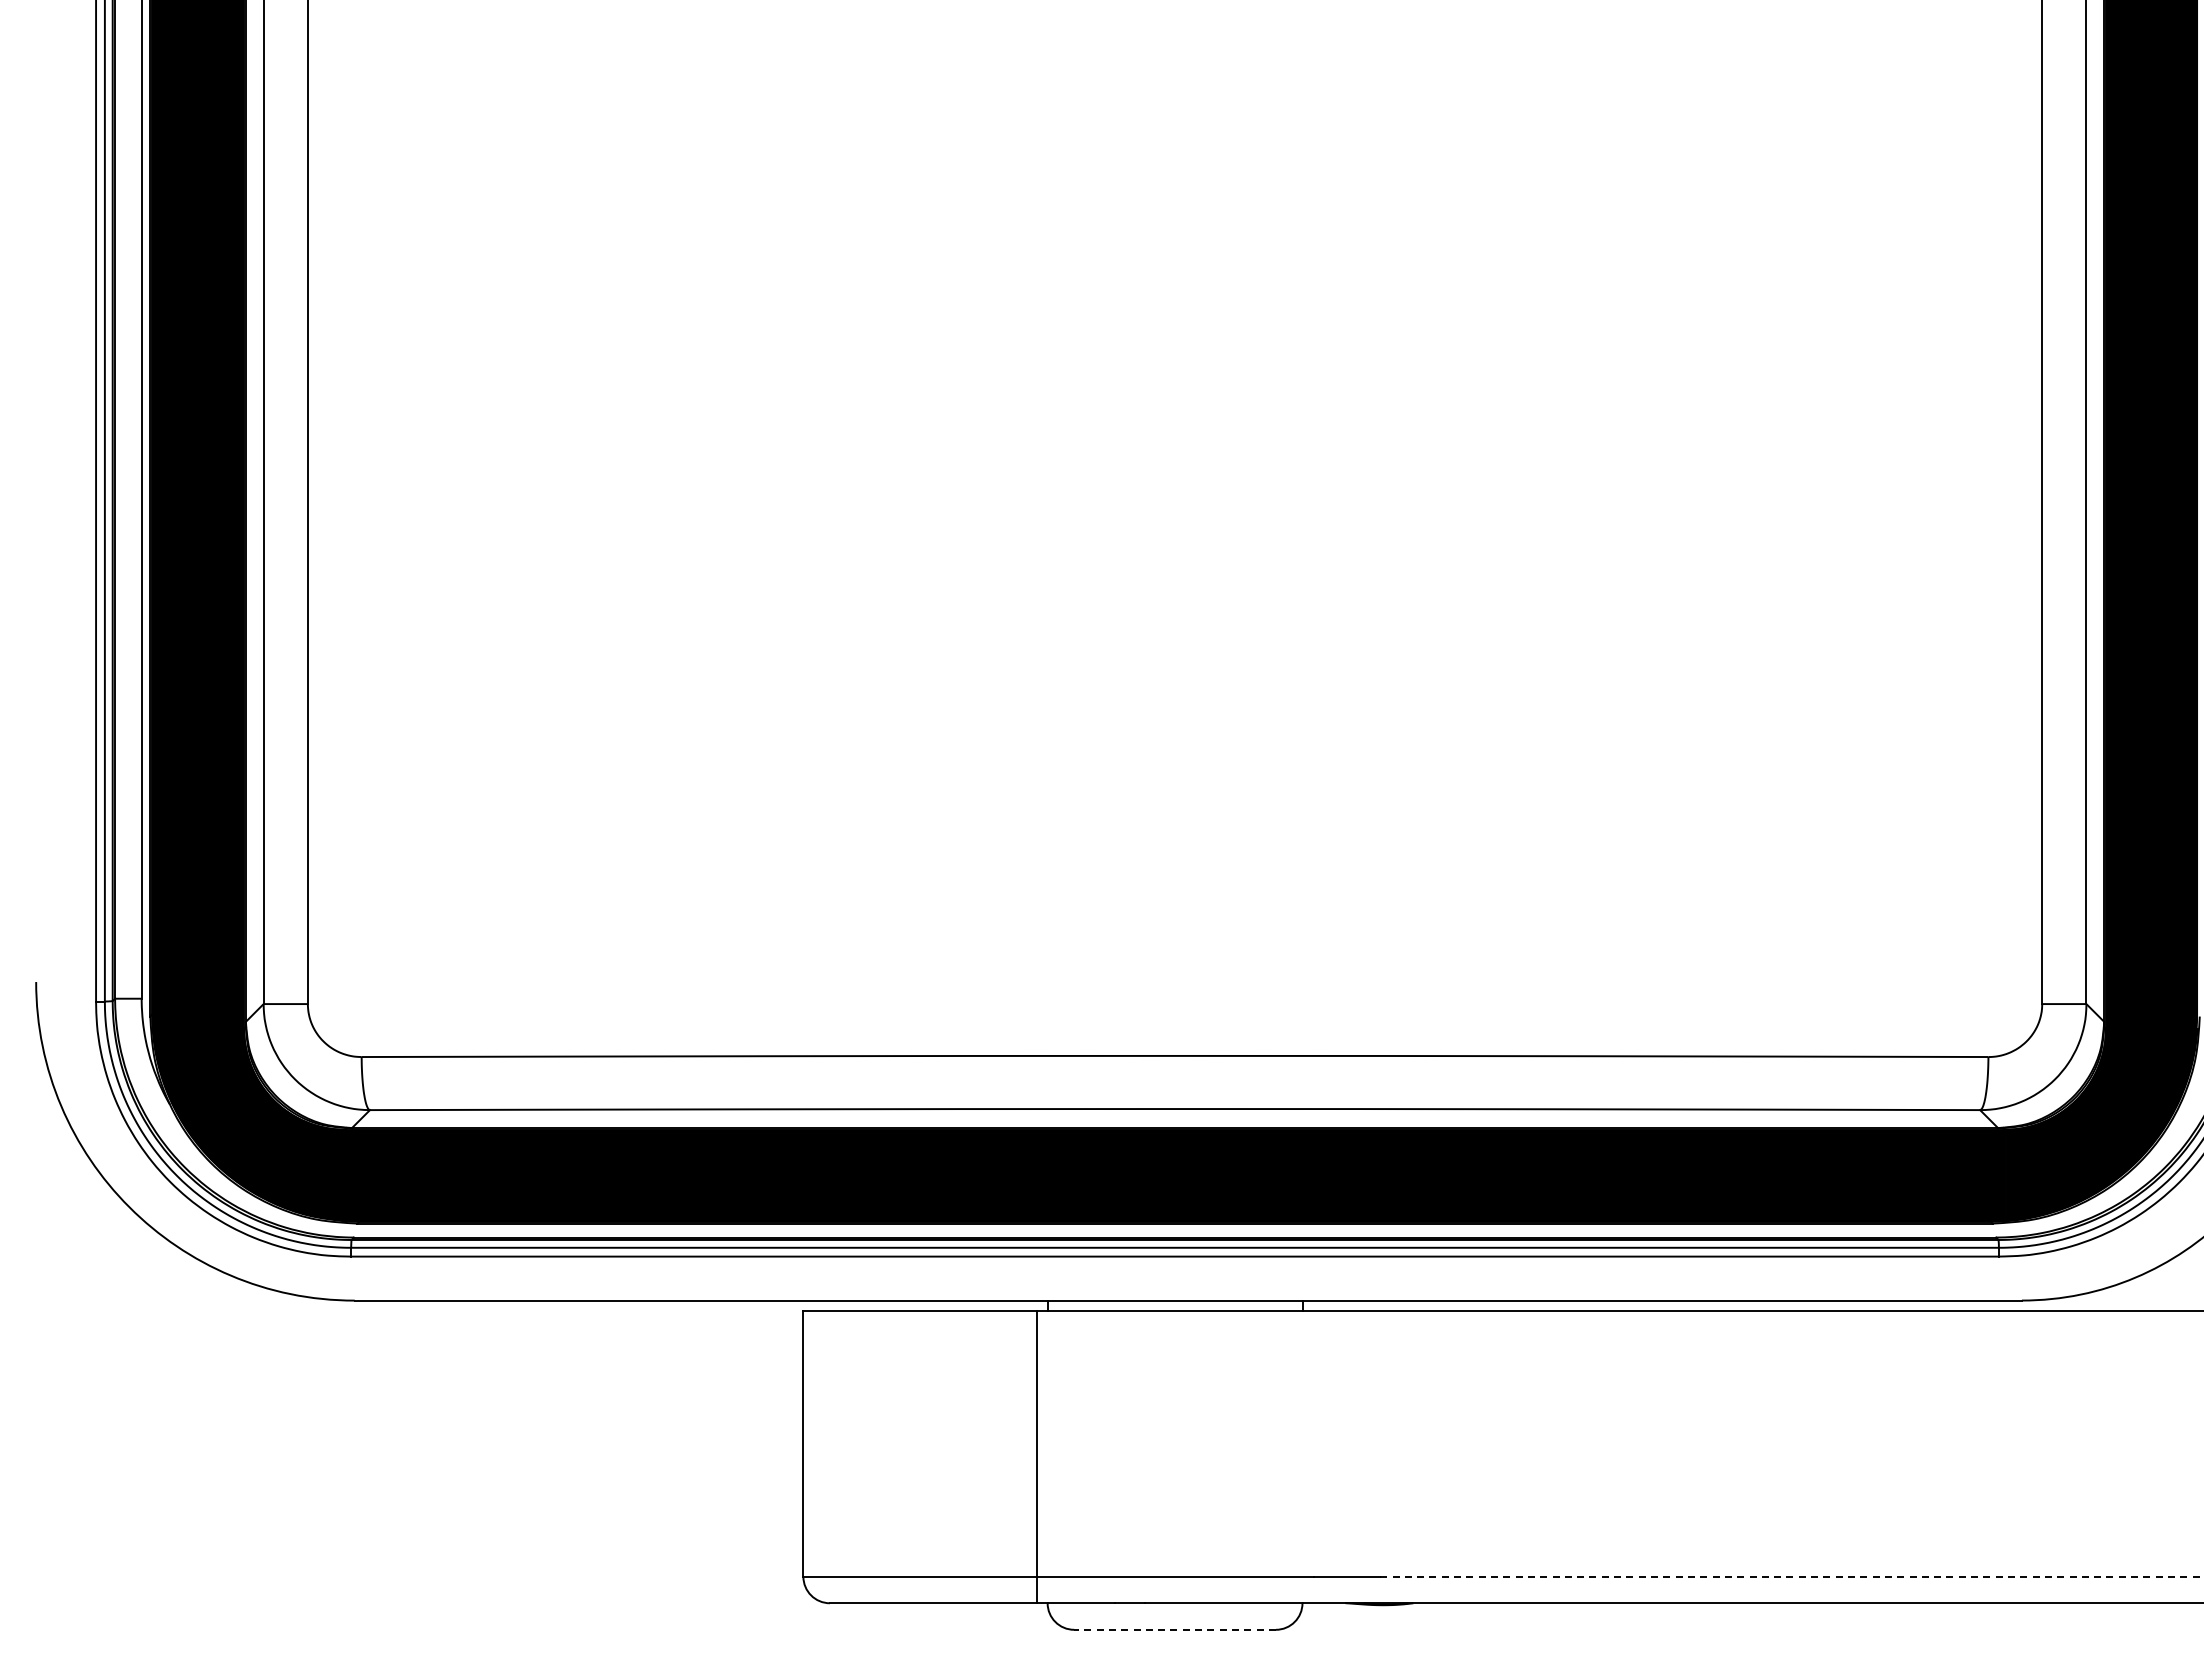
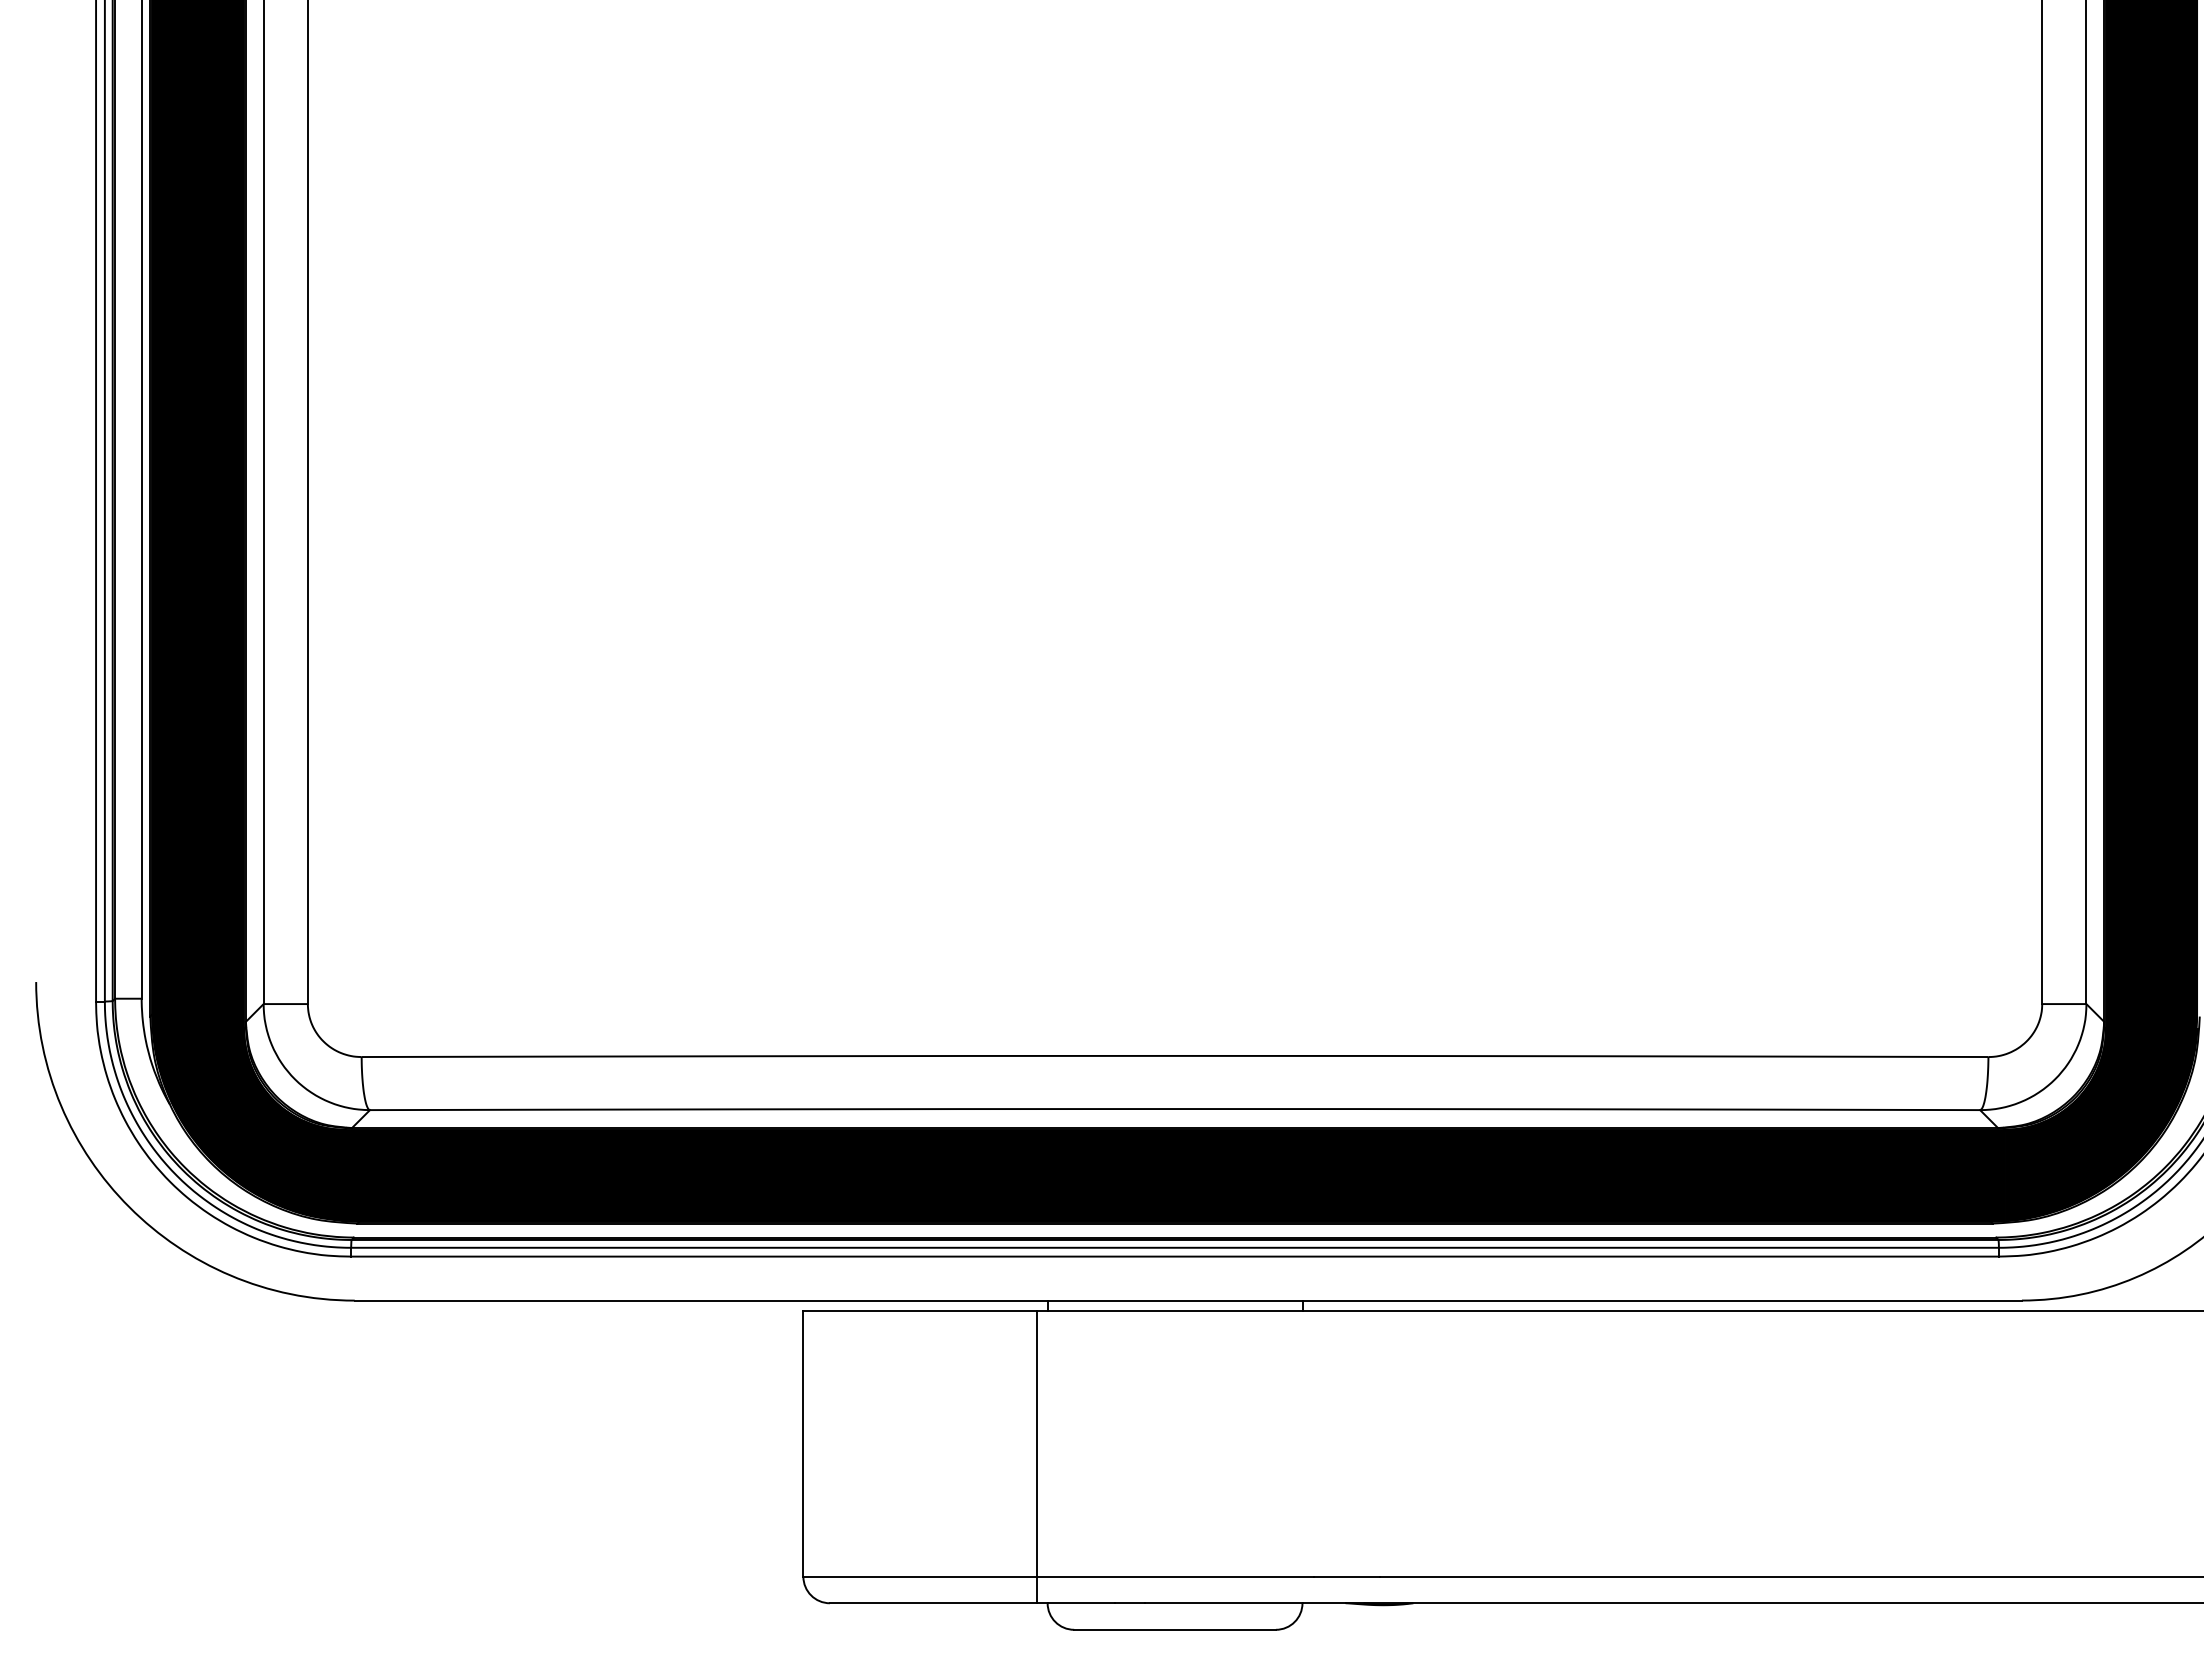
line at (1792, 1576): dashed -> solid
line at (1175, 1629): dashed -> solid
